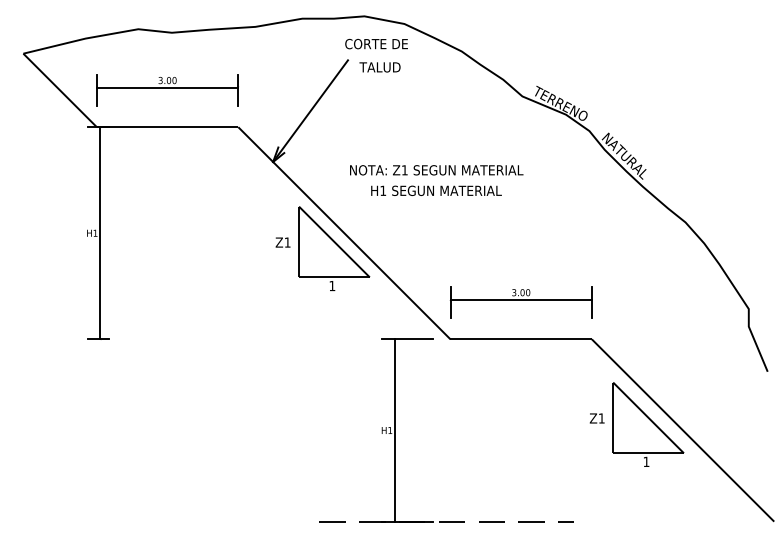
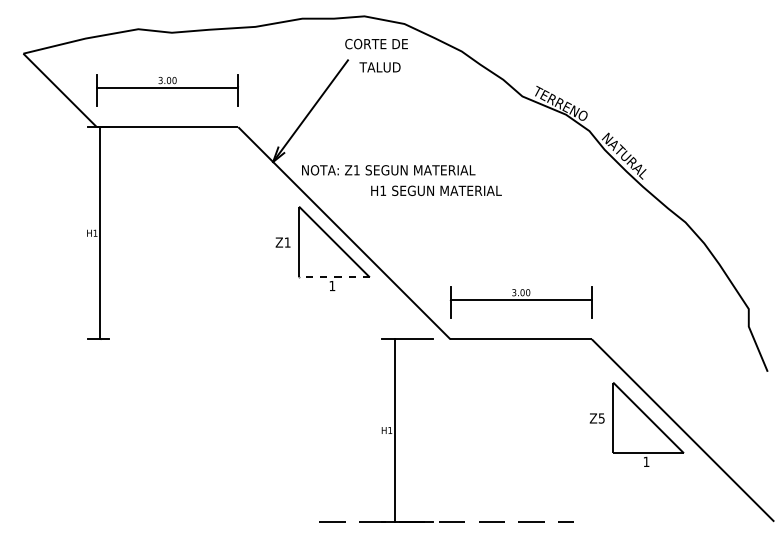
text at (436, 170) position: (436, 170) -> (388, 170)
line at (333, 277): solid -> dashed
text at (601, 418): Z1 -> Z5
